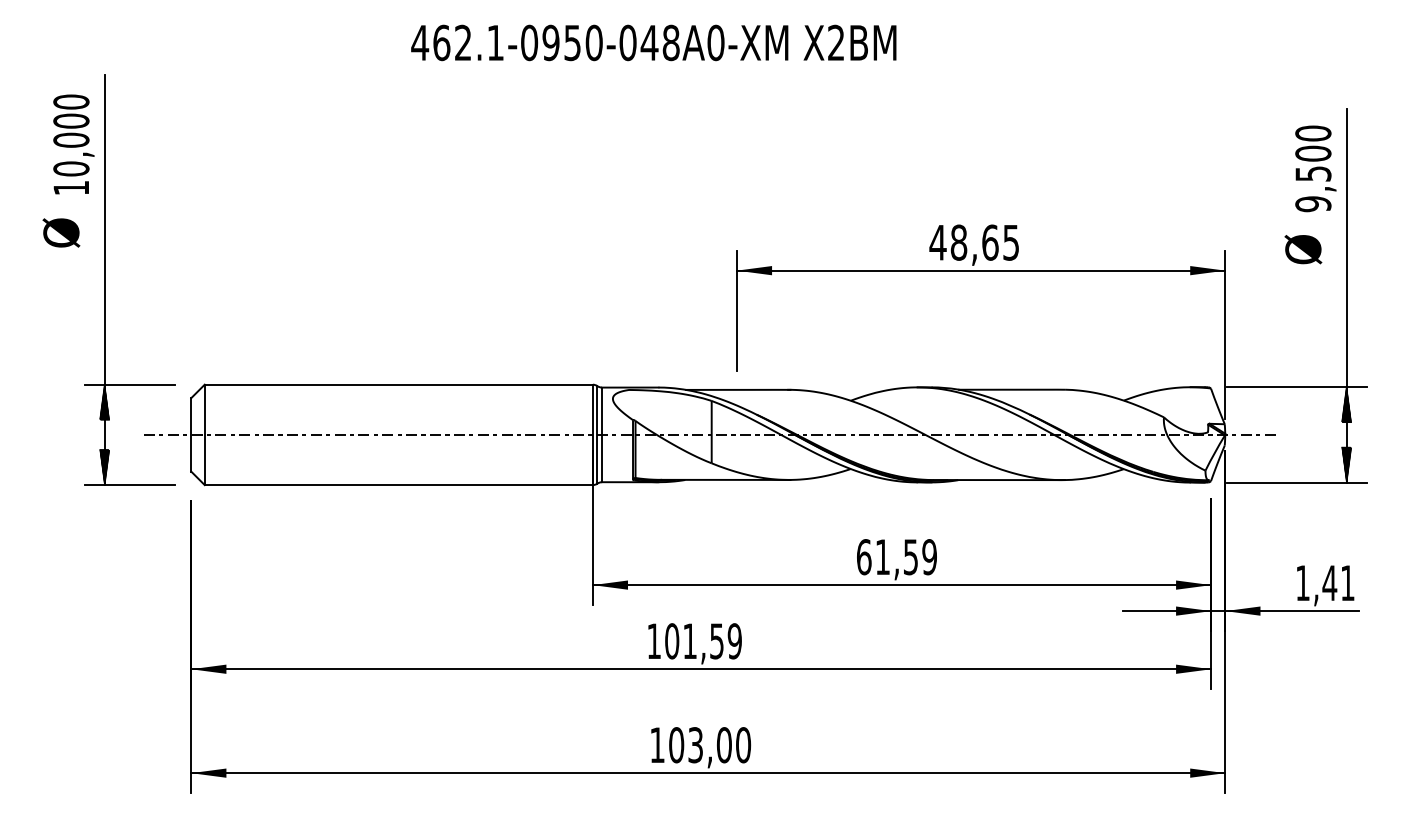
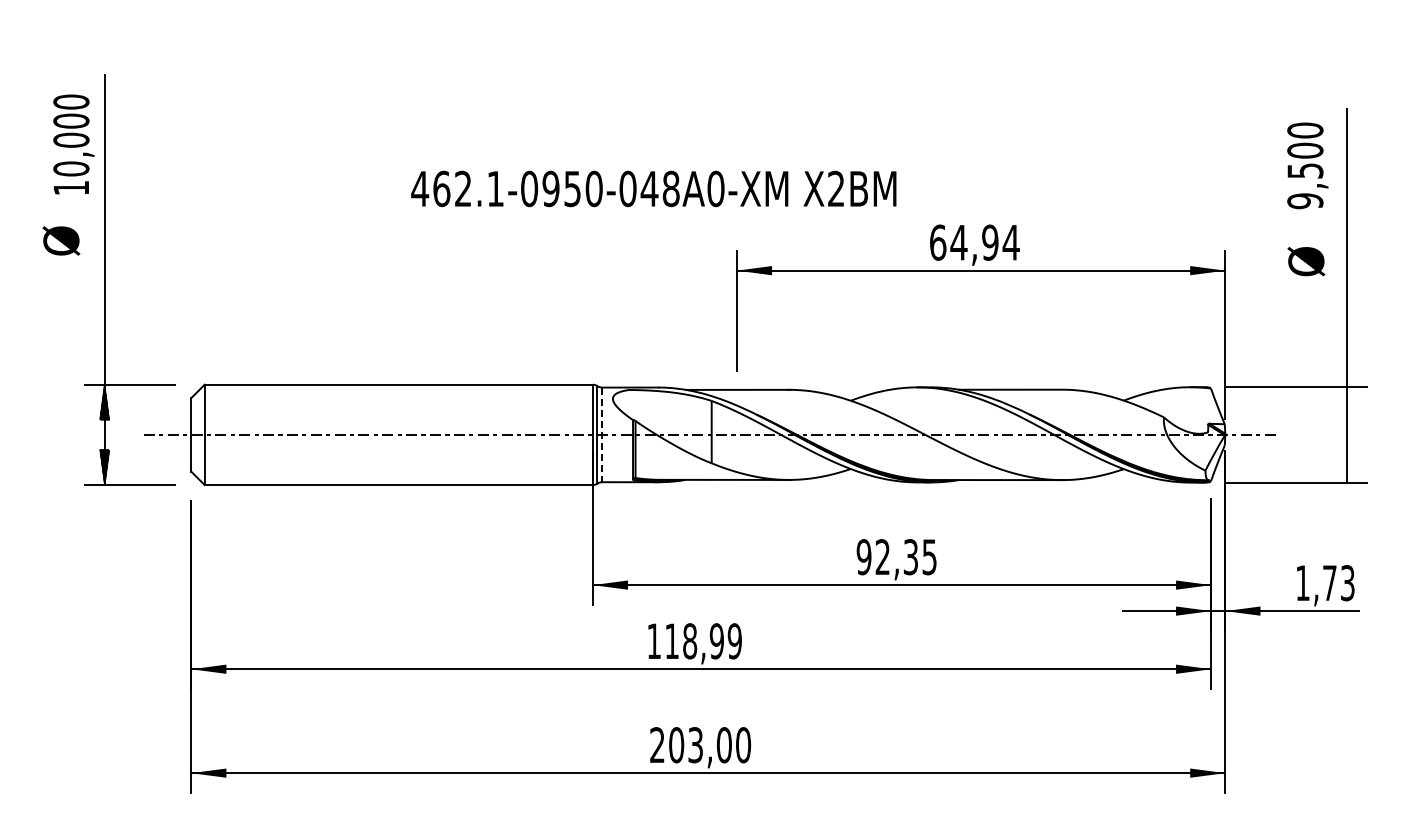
text at (653, 42) position: (653, 42) -> (653, 188)
text at (1315, 168) position: (1315, 168) -> (1307, 165)
text at (61, 232) position: (61, 232) -> (61, 240)
text at (974, 242): 48,65 -> 64,94
text at (1303, 249) position: (1303, 249) -> (1306, 261)
hatch at (1346, 404): present -> none
line at (602, 435): solid -> dashed
hatch at (1346, 464): present -> none
text at (896, 557): 61,59 -> 92,35
text at (1338, 583): 1,41 -> 1,73
text at (694, 641): 101,59 -> 118,99
text at (657, 744): 103,00 -> 203,00
